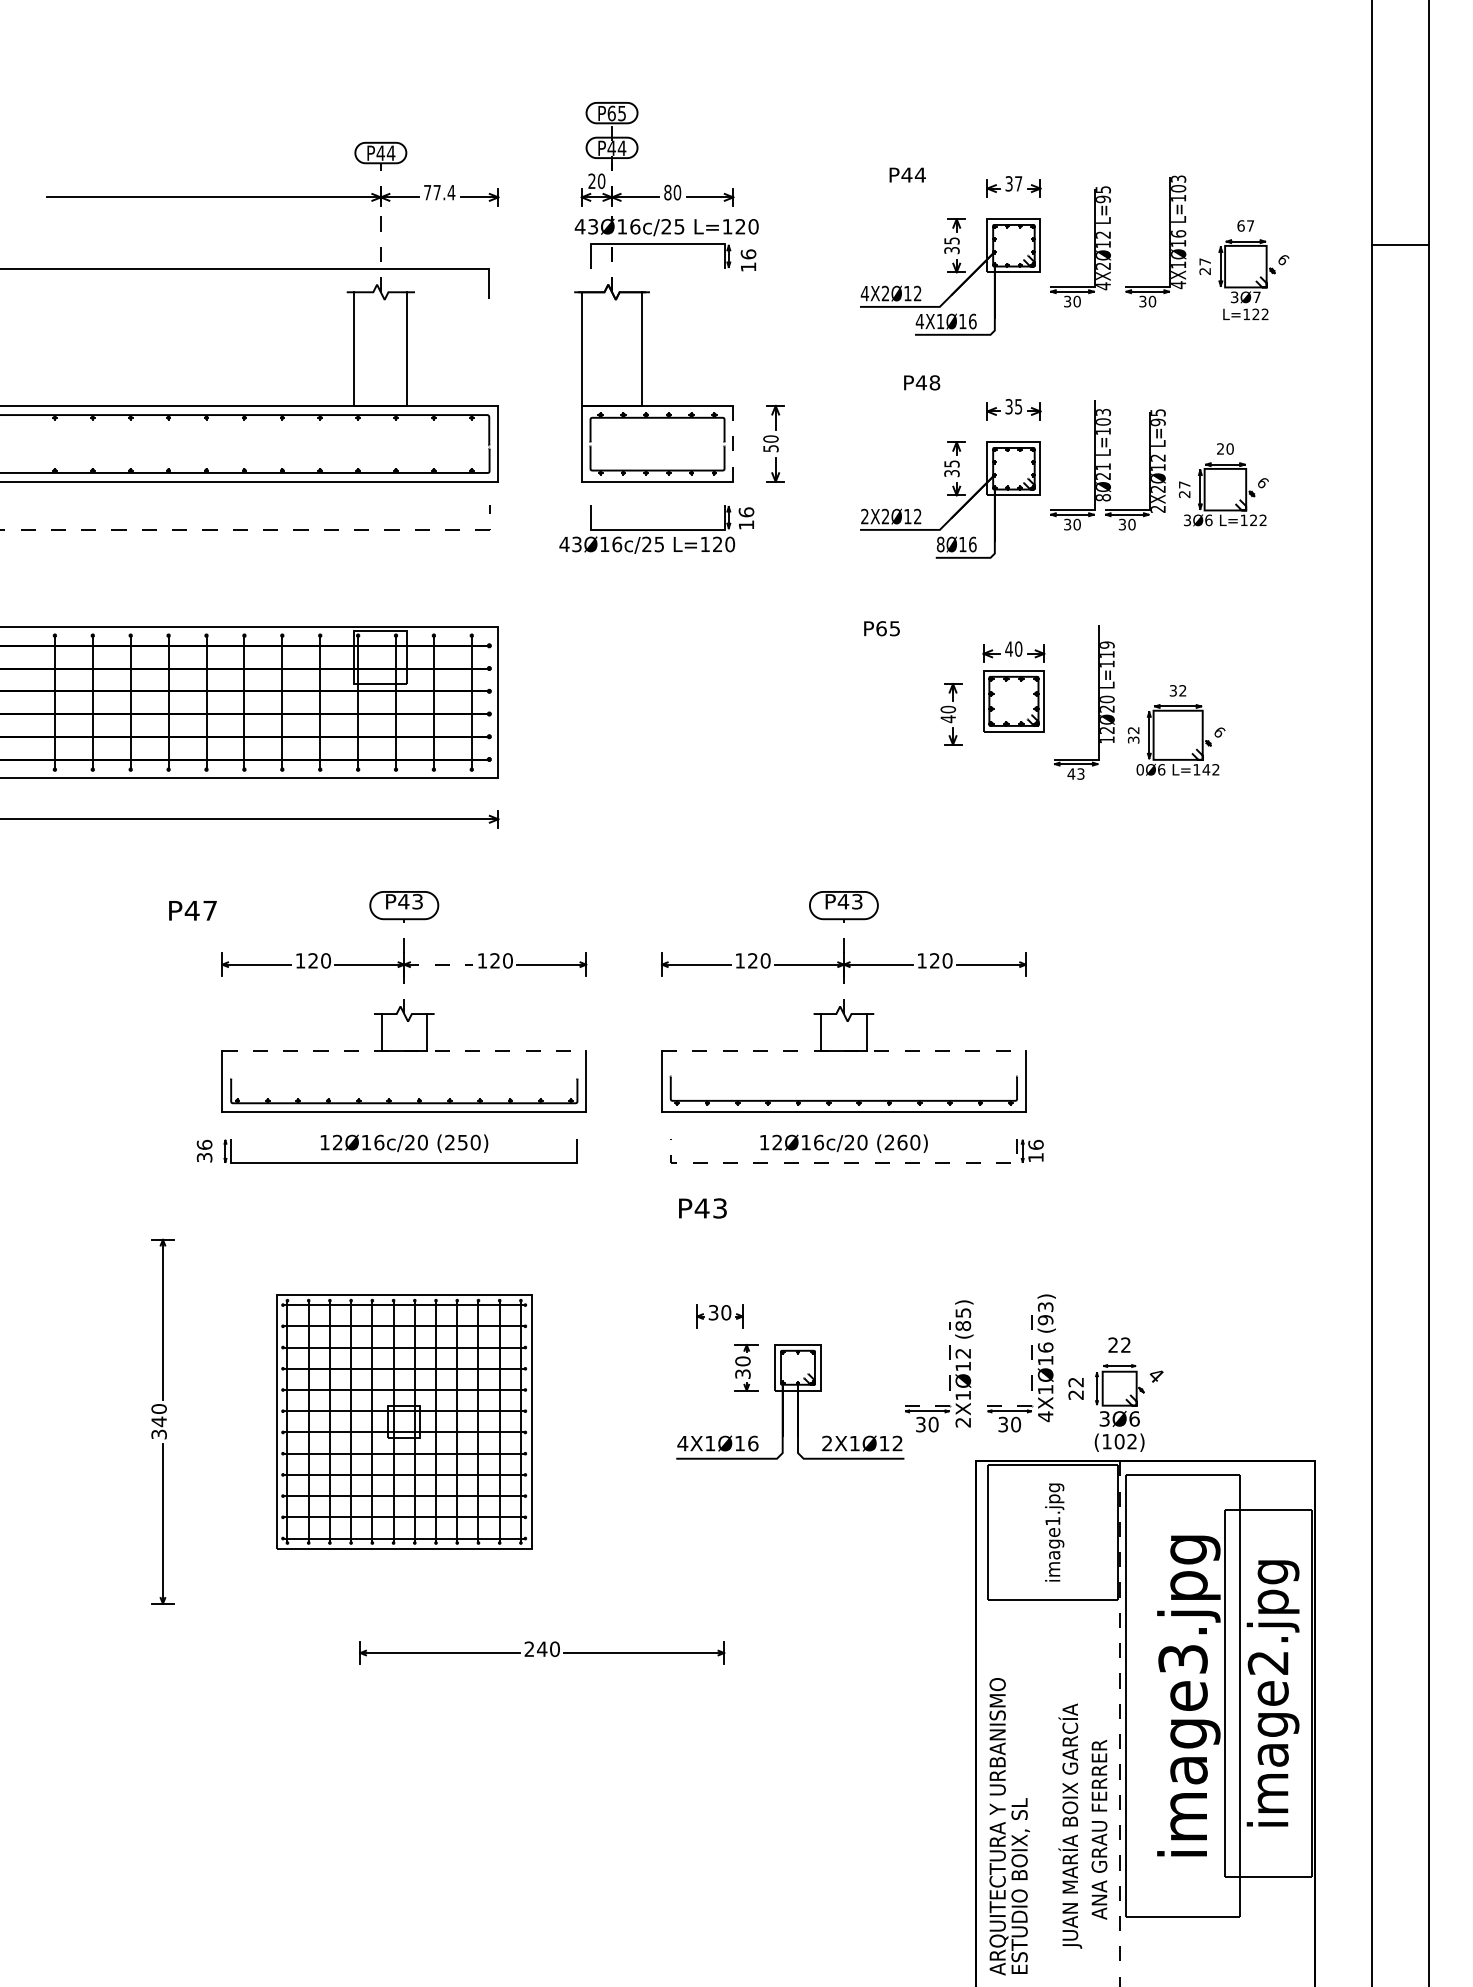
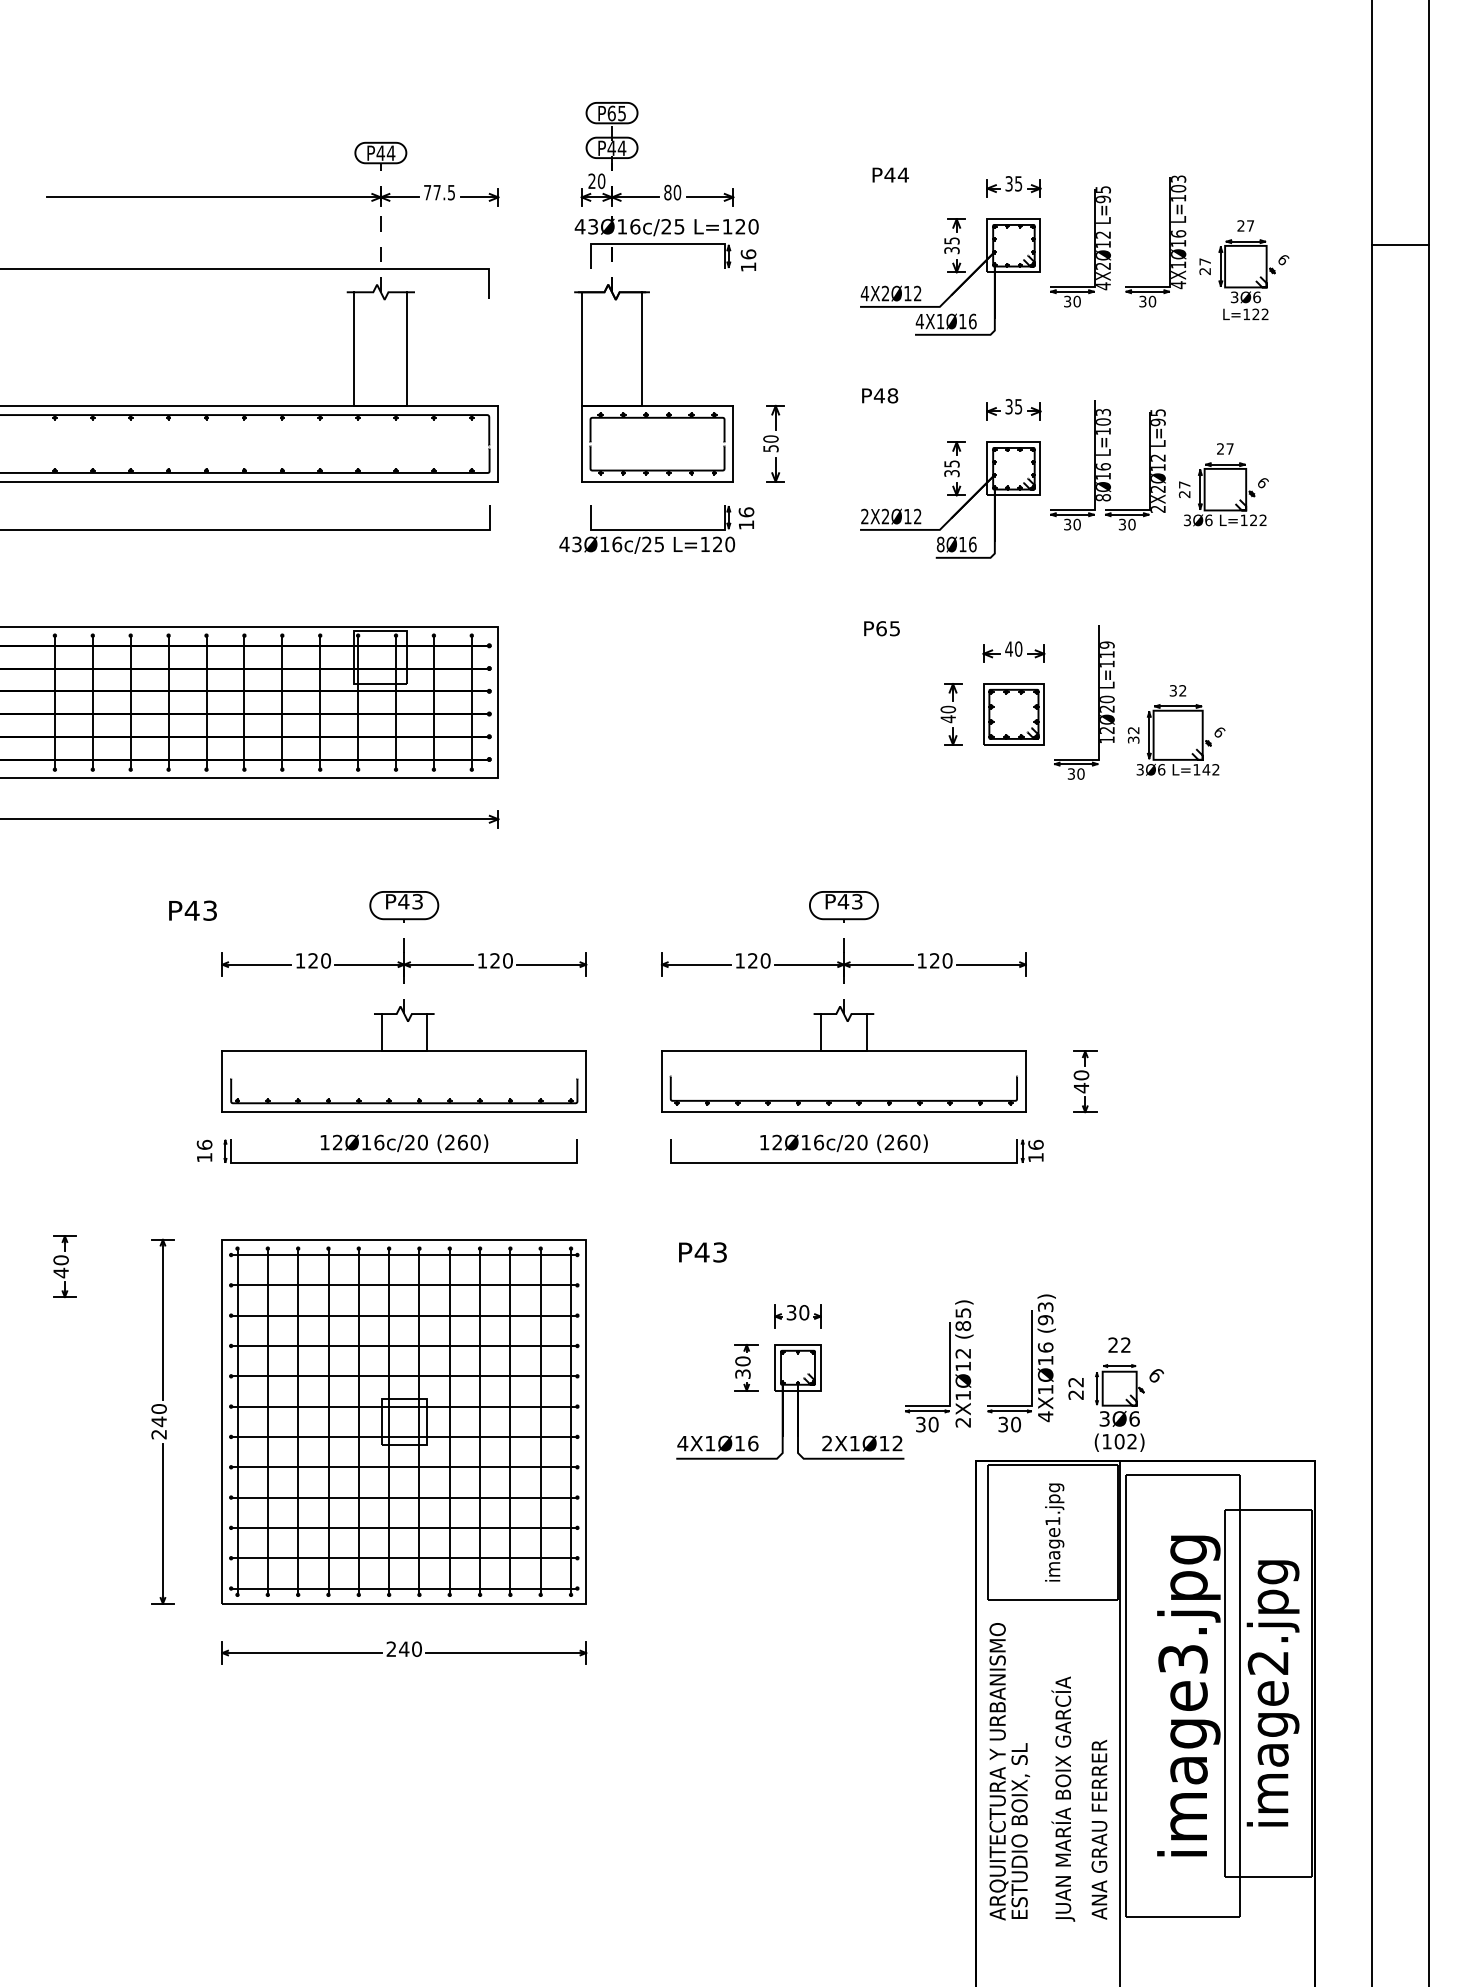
text at (907, 174) position: (907, 174) -> (890, 174)
text at (1018, 183): 37 -> 35
text at (451, 192): 77.4 -> 77.5
text at (1240, 225): 67 -> 27
text at (1256, 297): 3Ø7 -> 3Ø6
text at (922, 382) position: (922, 382) -> (880, 395)
line at (733, 443): dashed -> solid
text at (1229, 448): 20 -> 27
text at (1103, 471): 8Ø21 -> 8Ø16
line at (258, 529): dashed -> solid
part at (1013, 701) position: (1013, 701) -> (1013, 714)
text at (1139, 769): 0Ø6 -> 3Ø6
text at (1075, 773): 43 -> 30
text at (209, 910): P47 -> P43
line at (438, 964): dashed -> solid
line at (404, 1051): dashed -> solid
line at (843, 1051): dashed -> solid
part at (1085, 1081): none -> present
text at (462, 1142): (250) -> (260)
text at (204, 1157): 36 -> 16
line at (843, 1163): dashed -> solid
text at (702, 1208) position: (702, 1208) -> (702, 1252)
part at (64, 1266): none -> present
part at (719, 1316) position: (719, 1316) -> (797, 1316)
text at (1156, 1375): 4 -> 6
line at (1032, 1380): dashed -> solid
line at (950, 1386): dashed -> solid
part at (404, 1421) size: 257x256 px -> 366x366 px
text at (158, 1434): 340 -> 240
part at (542, 1652) position: (542, 1652) -> (404, 1652)
line at (1119, 1723): dashed -> solid
text at (1070, 1825) position: (1070, 1825) -> (1063, 1798)
text at (1009, 1826) position: (1009, 1826) -> (1009, 1771)
